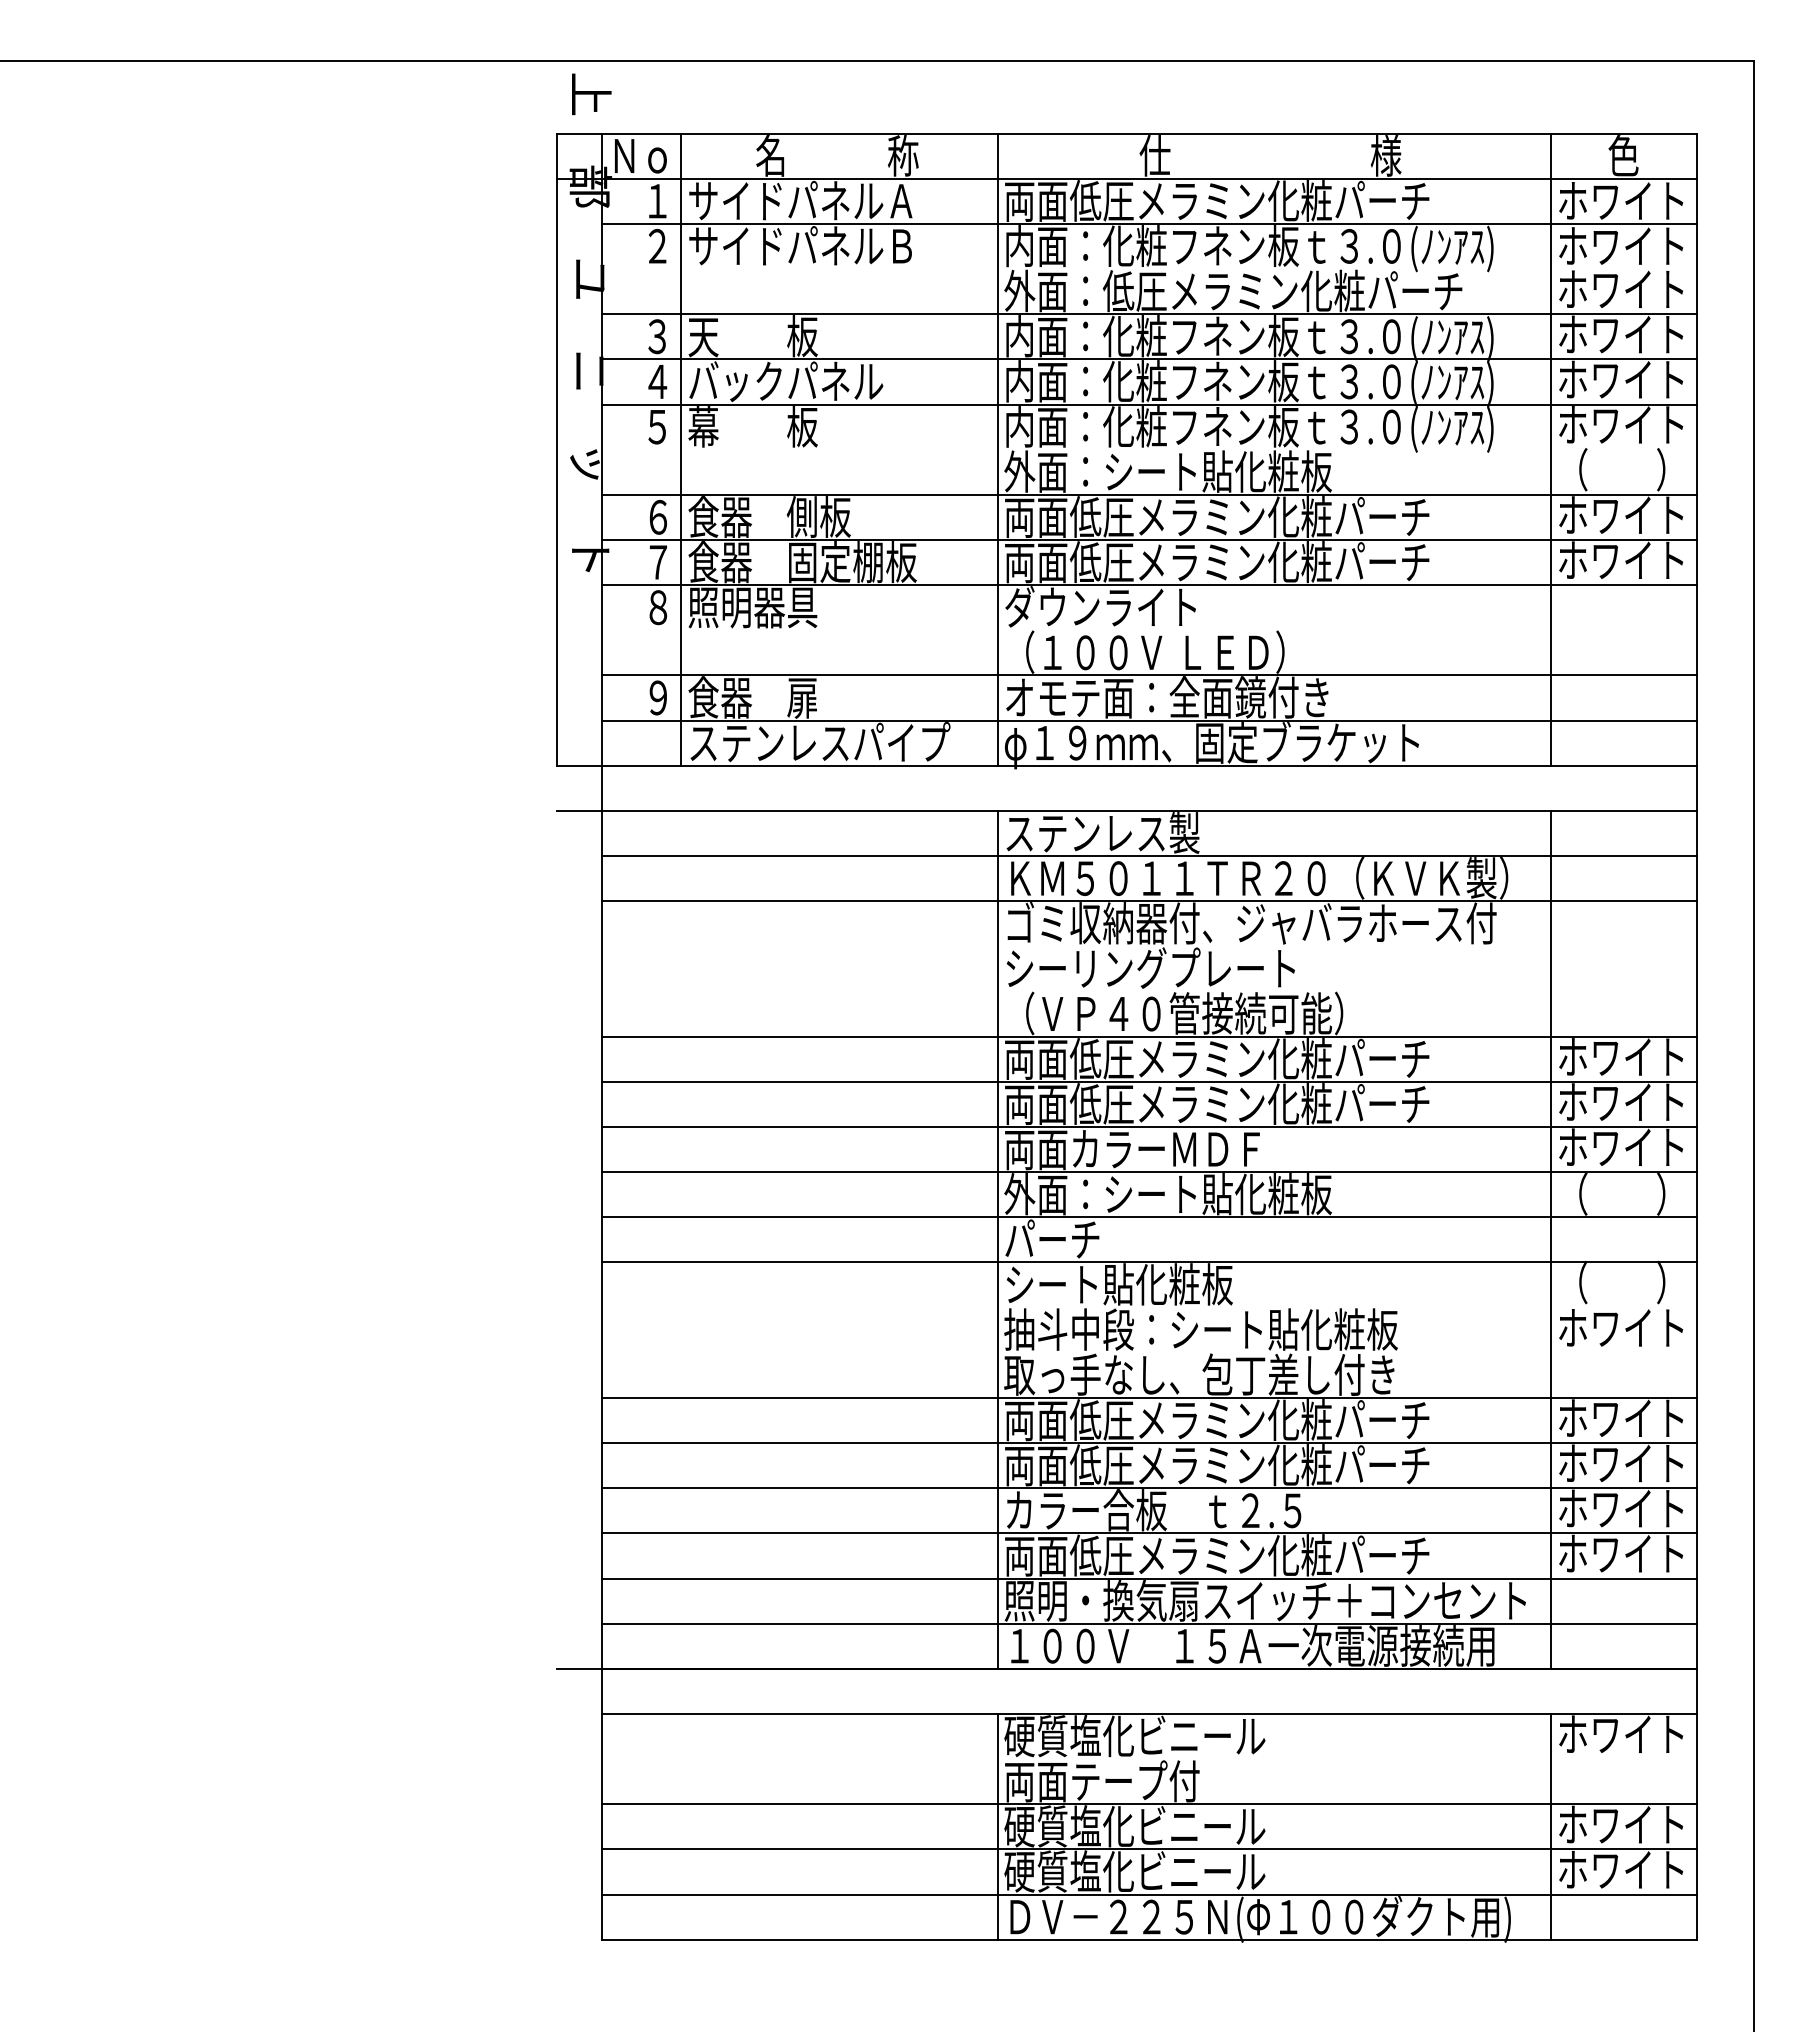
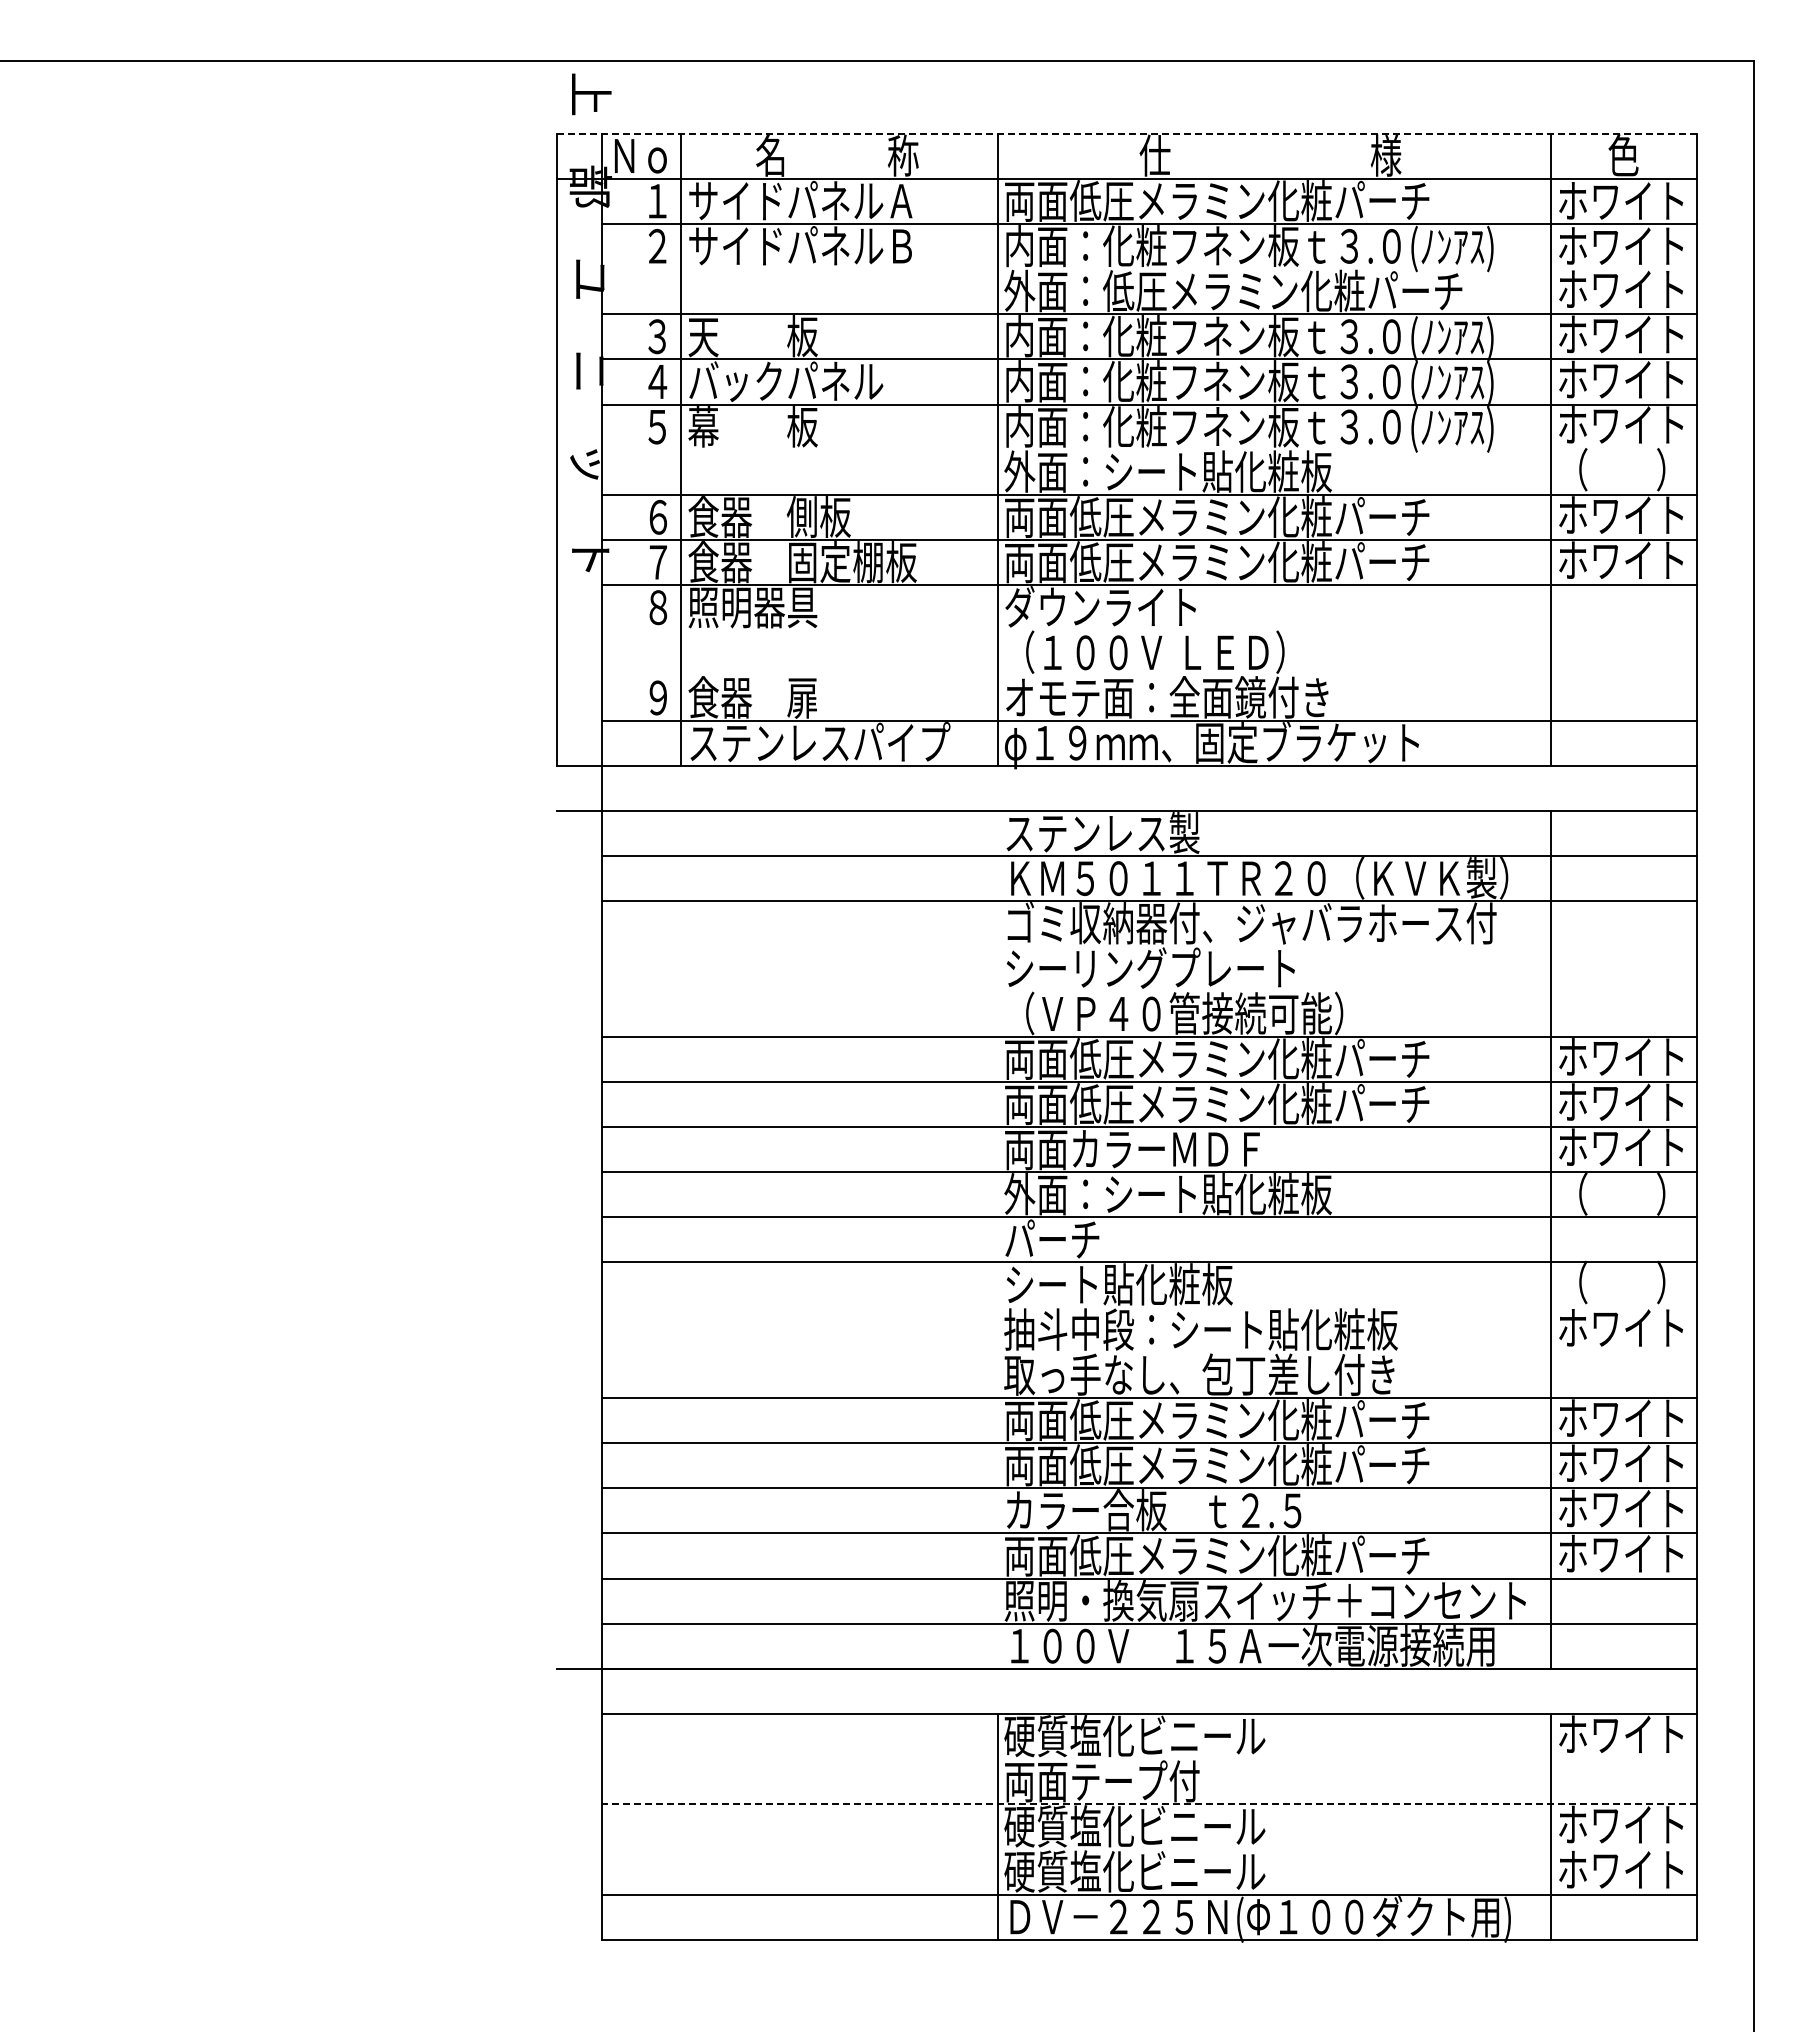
line at (1126, 133): solid -> dashed
line at (1149, 675): present -> none
line at (997, 1239): present -> none
line at (1149, 1804): solid -> dashed
line at (1149, 1849): present -> none
